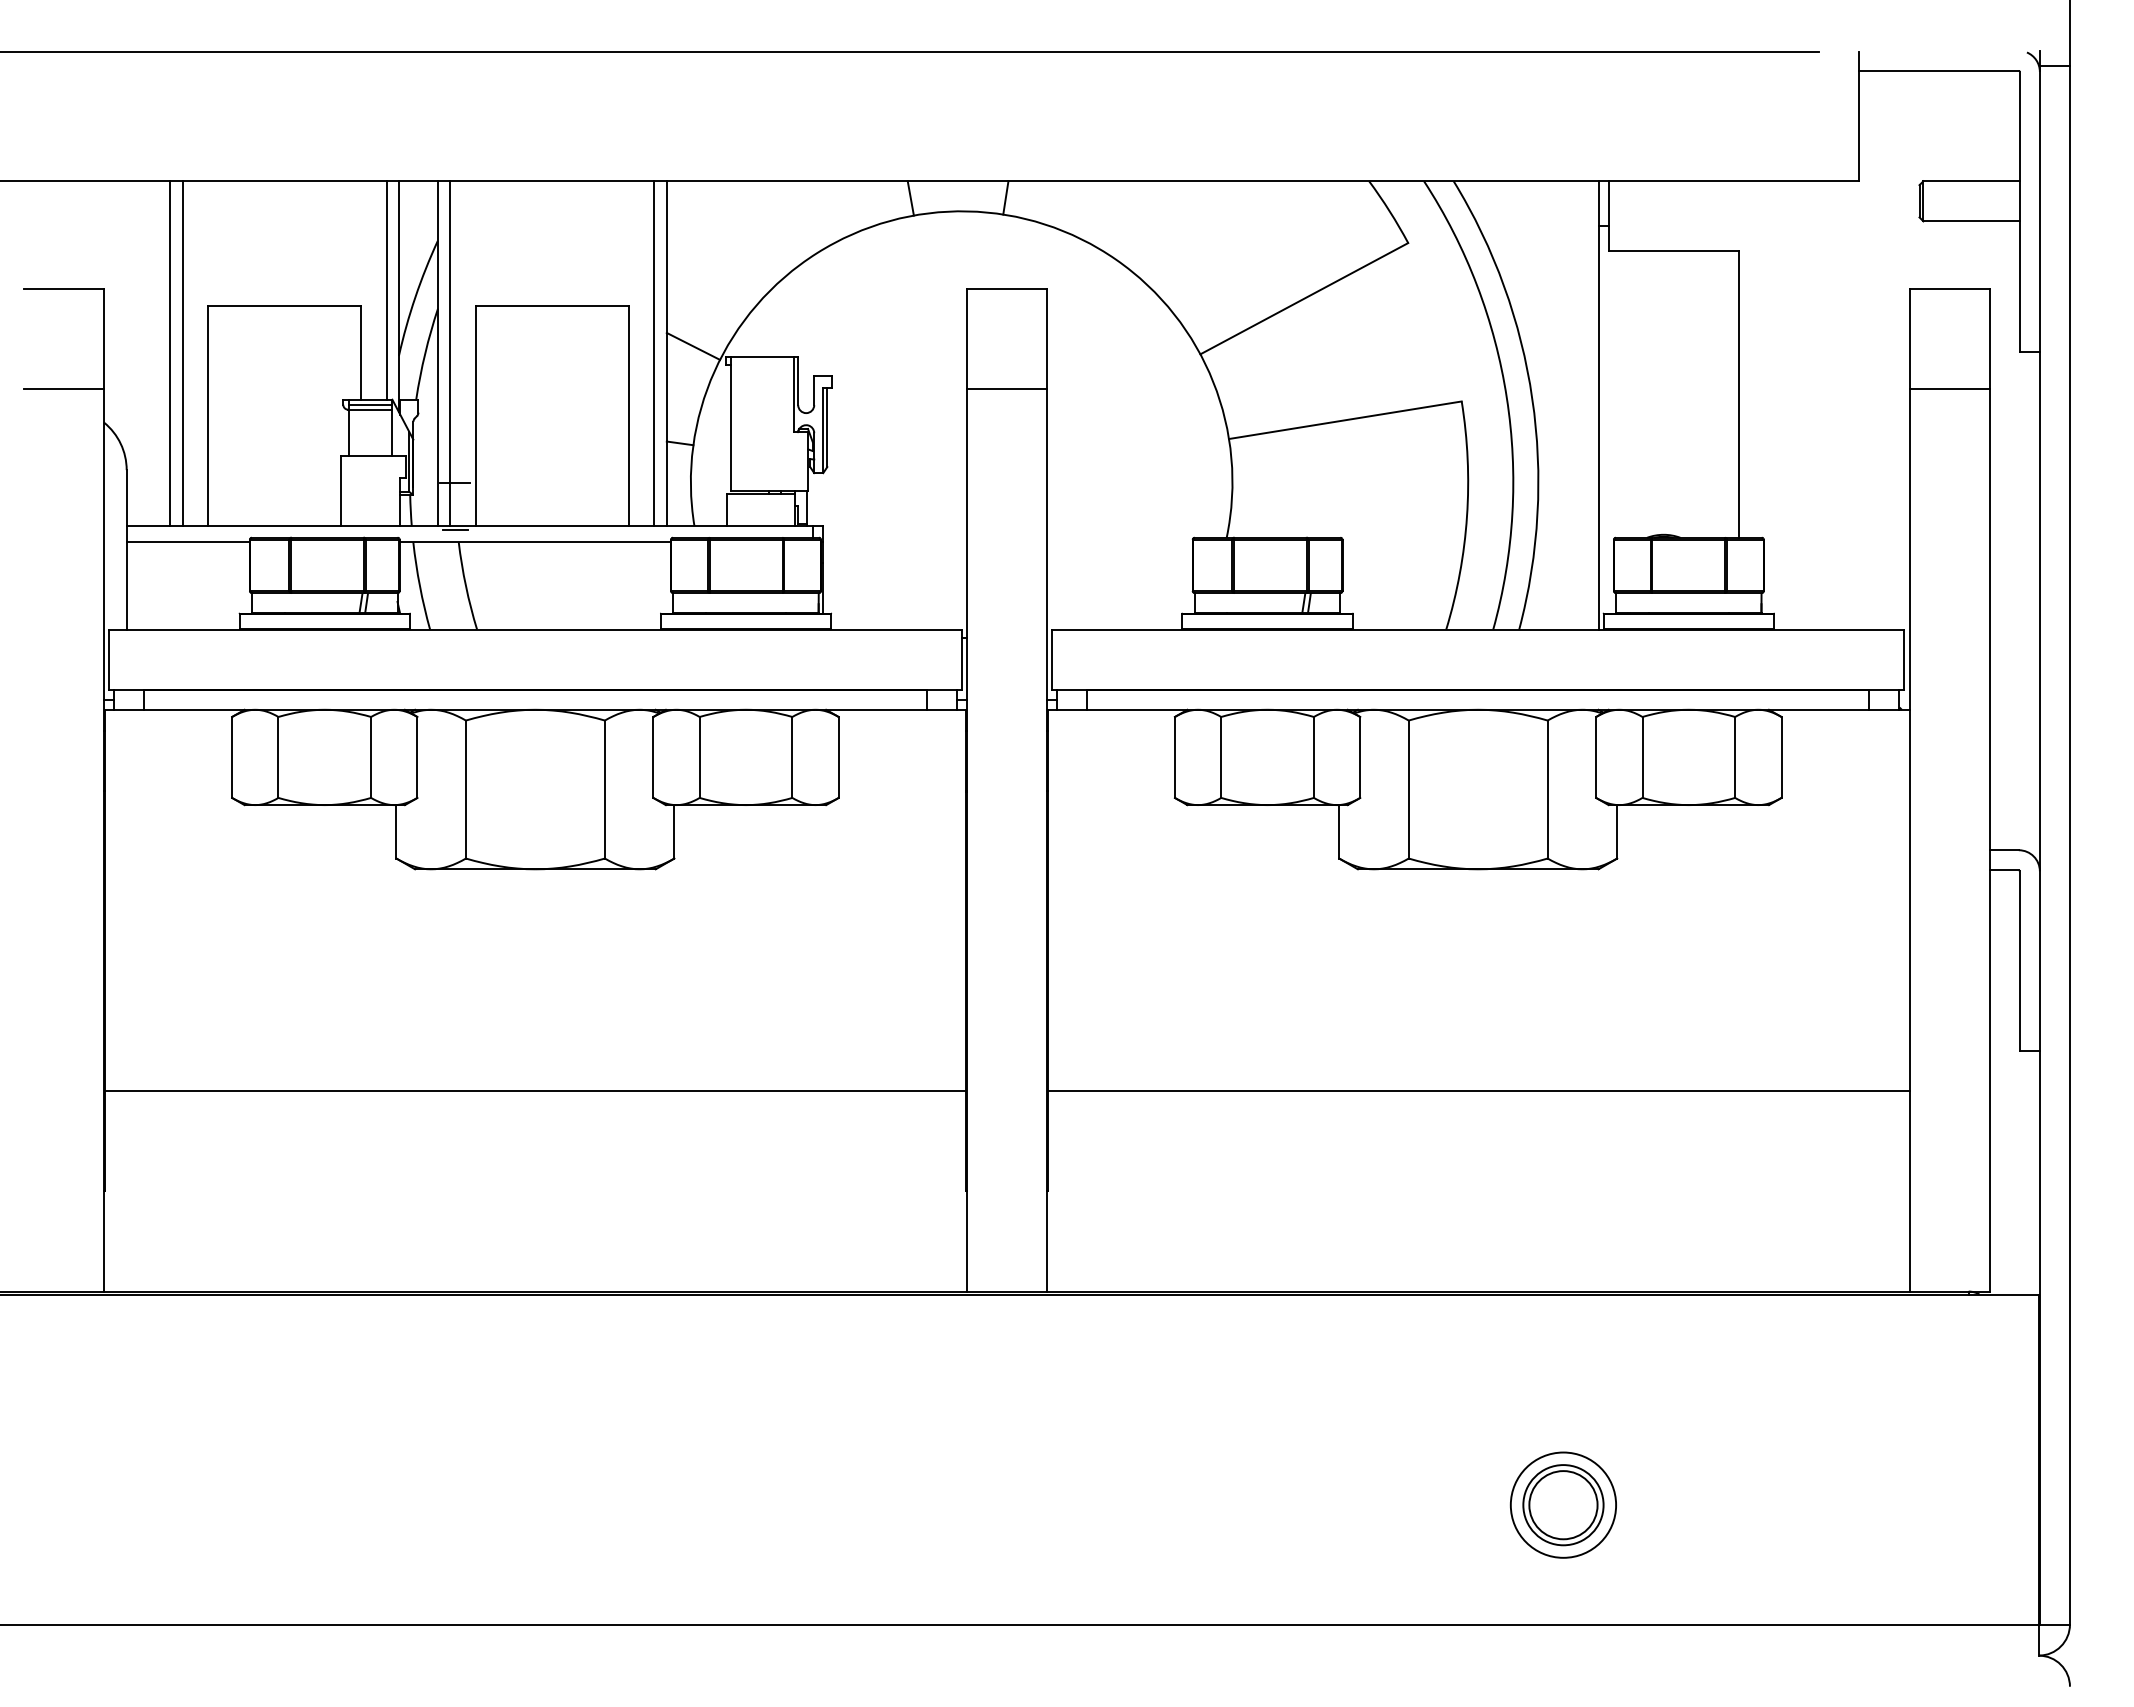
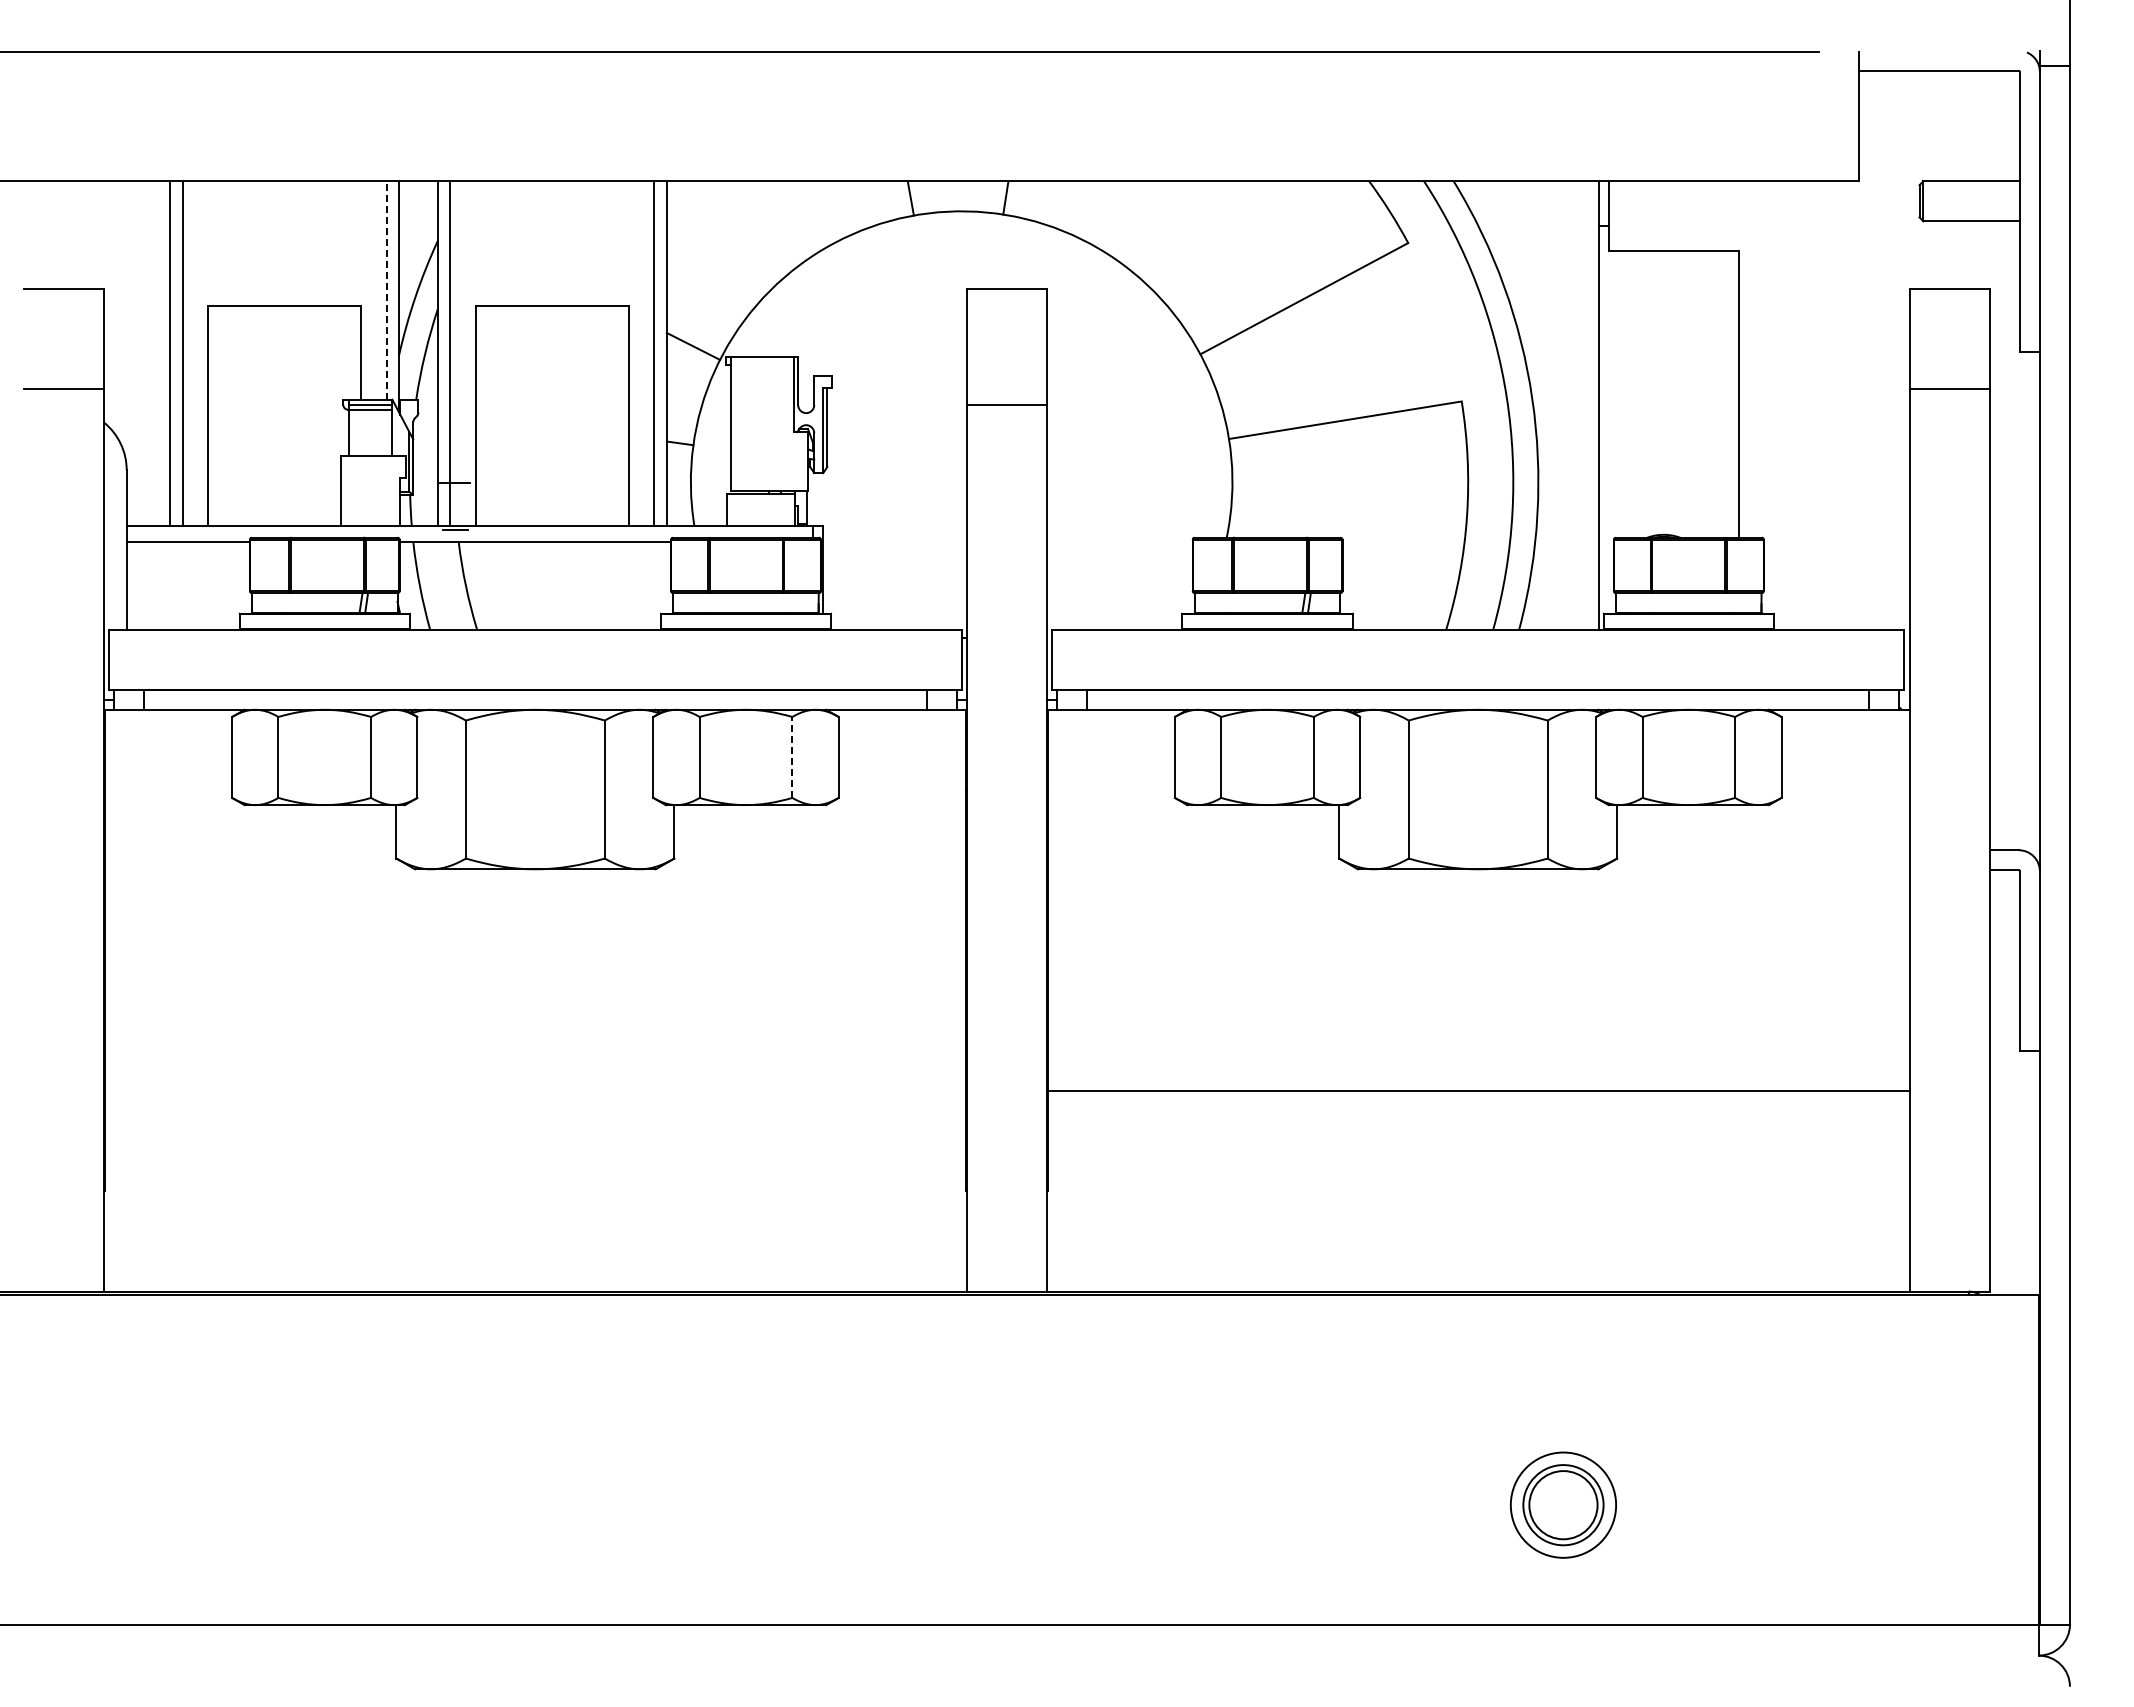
line at (386, 289): solid -> dashed
line at (1006, 388) position: (1006, 388) -> (1006, 404)
line at (792, 756): solid -> dashed
line at (535, 1090): present -> none
